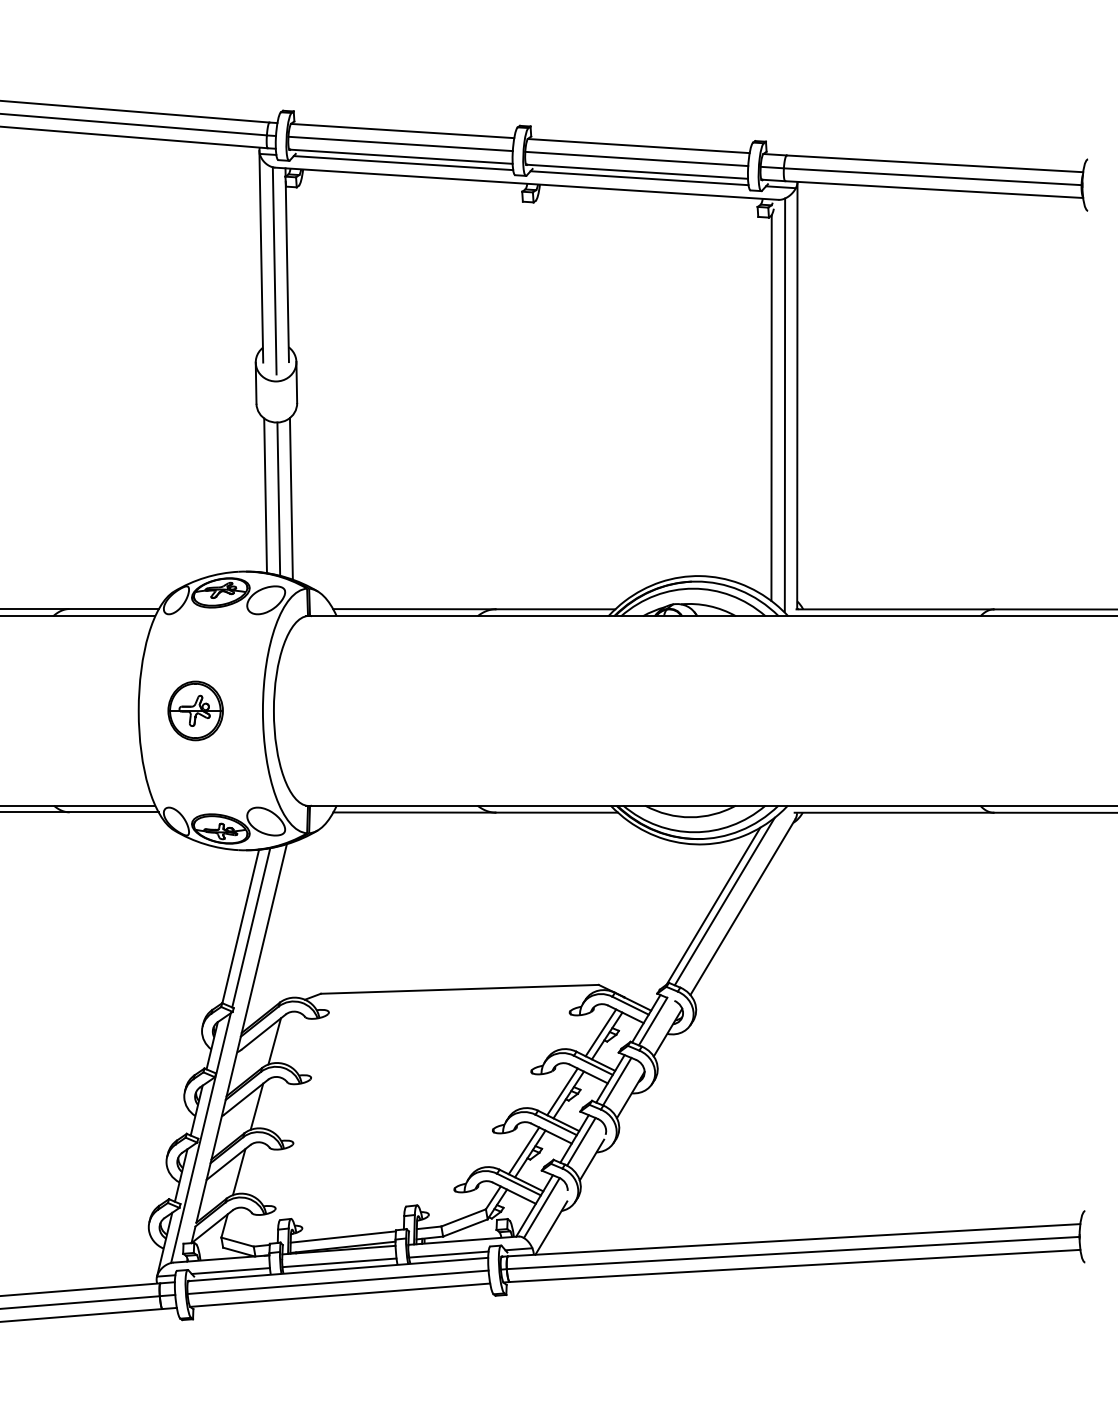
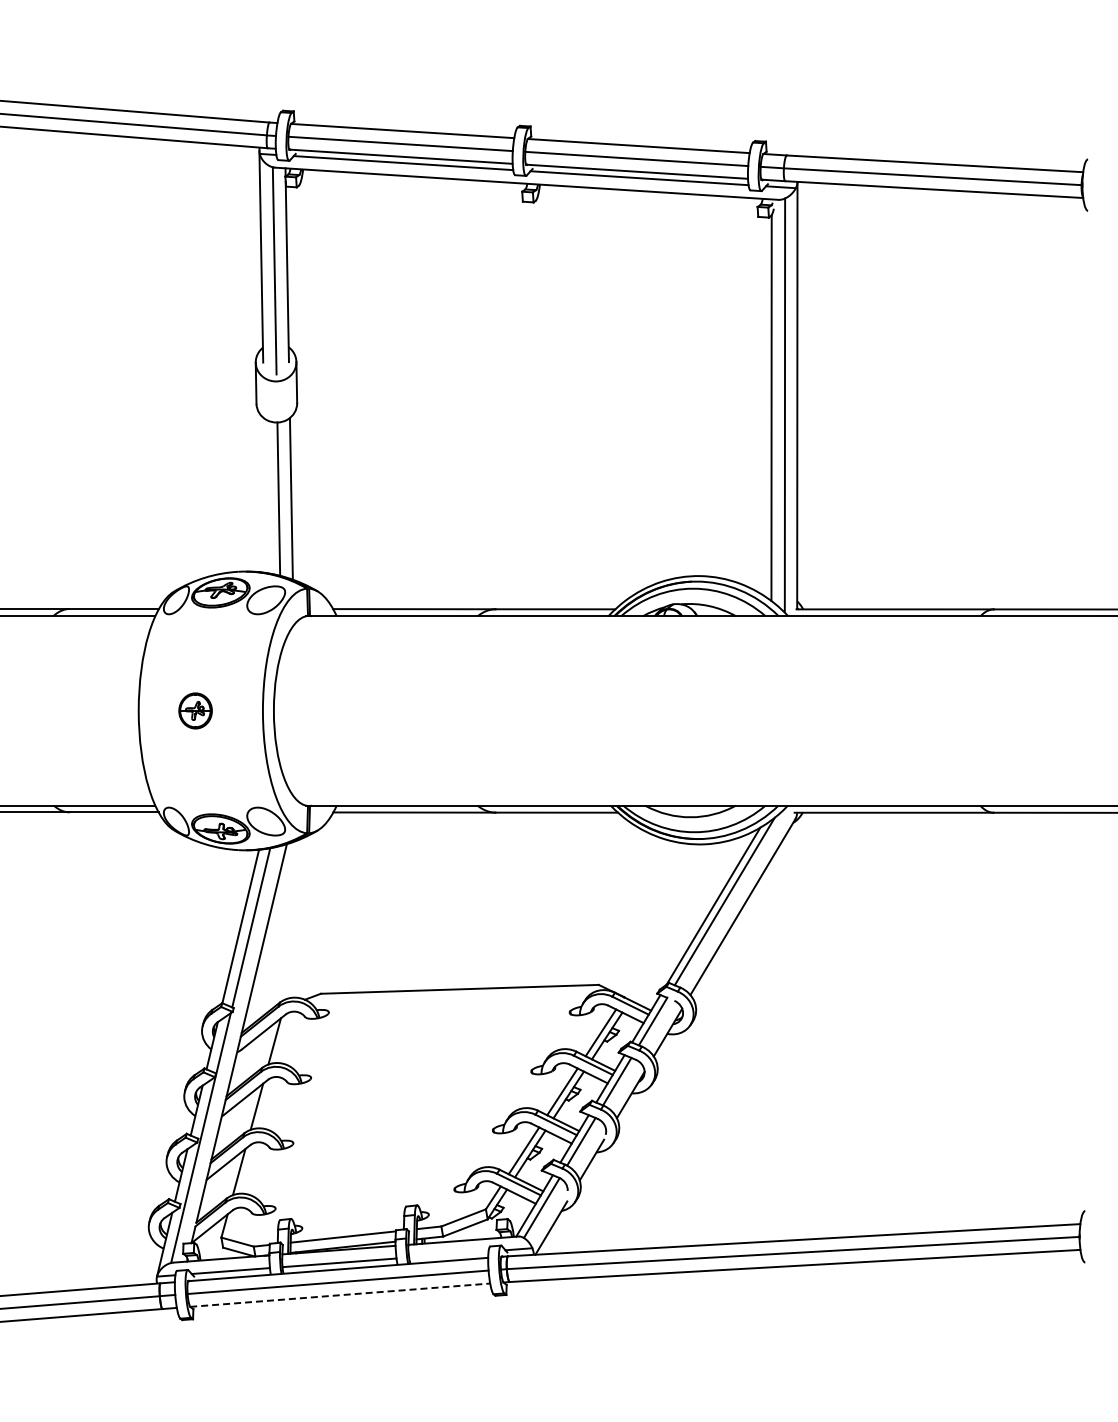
line at (265, 495): present -> none
part at (195, 710) size: 57x62 px -> 35x38 px
line at (448, 1254): present -> none
line at (340, 1295): solid -> dashed
